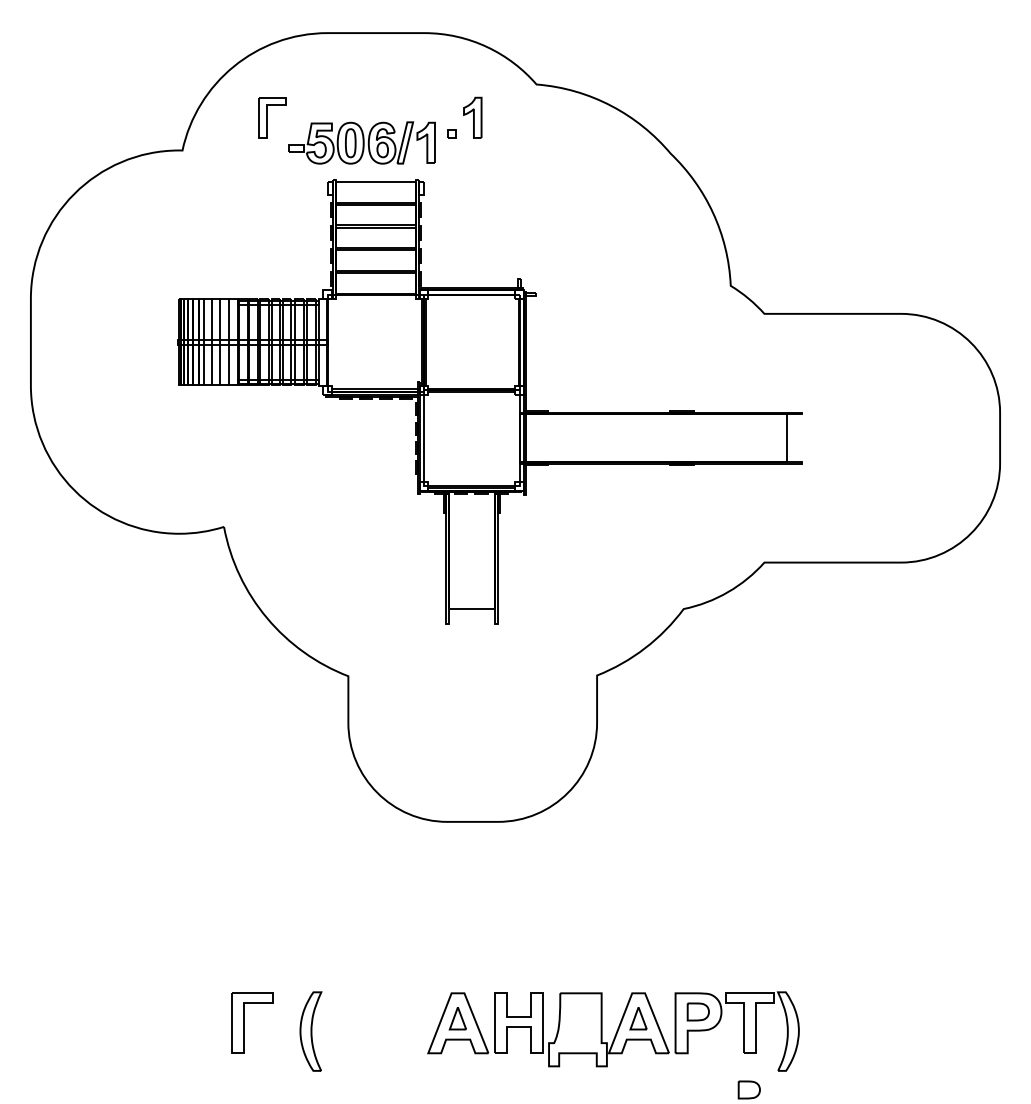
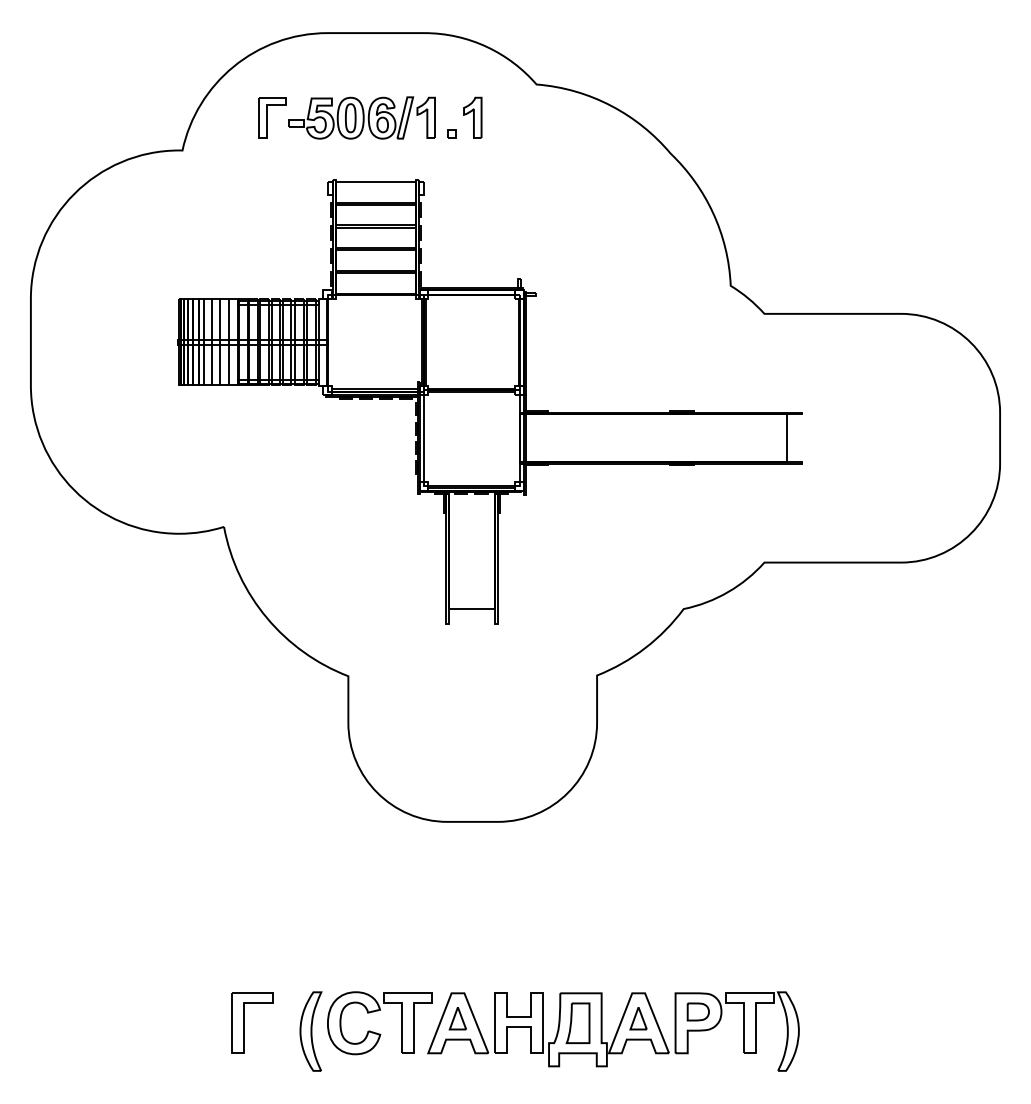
part at (361, 142) position: (361, 142) -> (361, 117)
part at (577, 1022): none -> present
part at (376, 1032): none -> present
part at (748, 1089): present -> none
